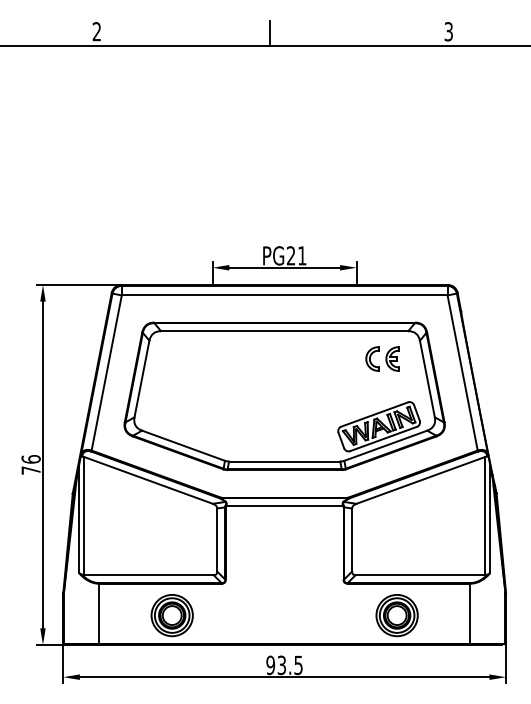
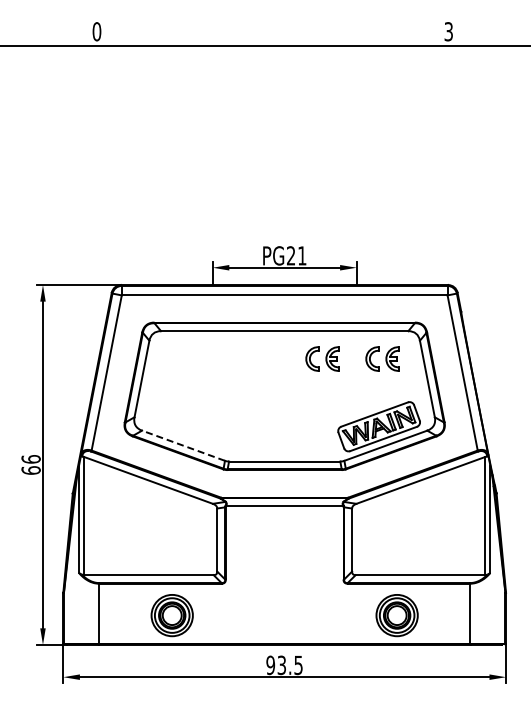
text at (96, 31): 2 -> 0
line at (270, 33): present -> none
part at (322, 358): none -> present
line at (183, 445): solid -> dashed
text at (30, 470): 76 -> 66
